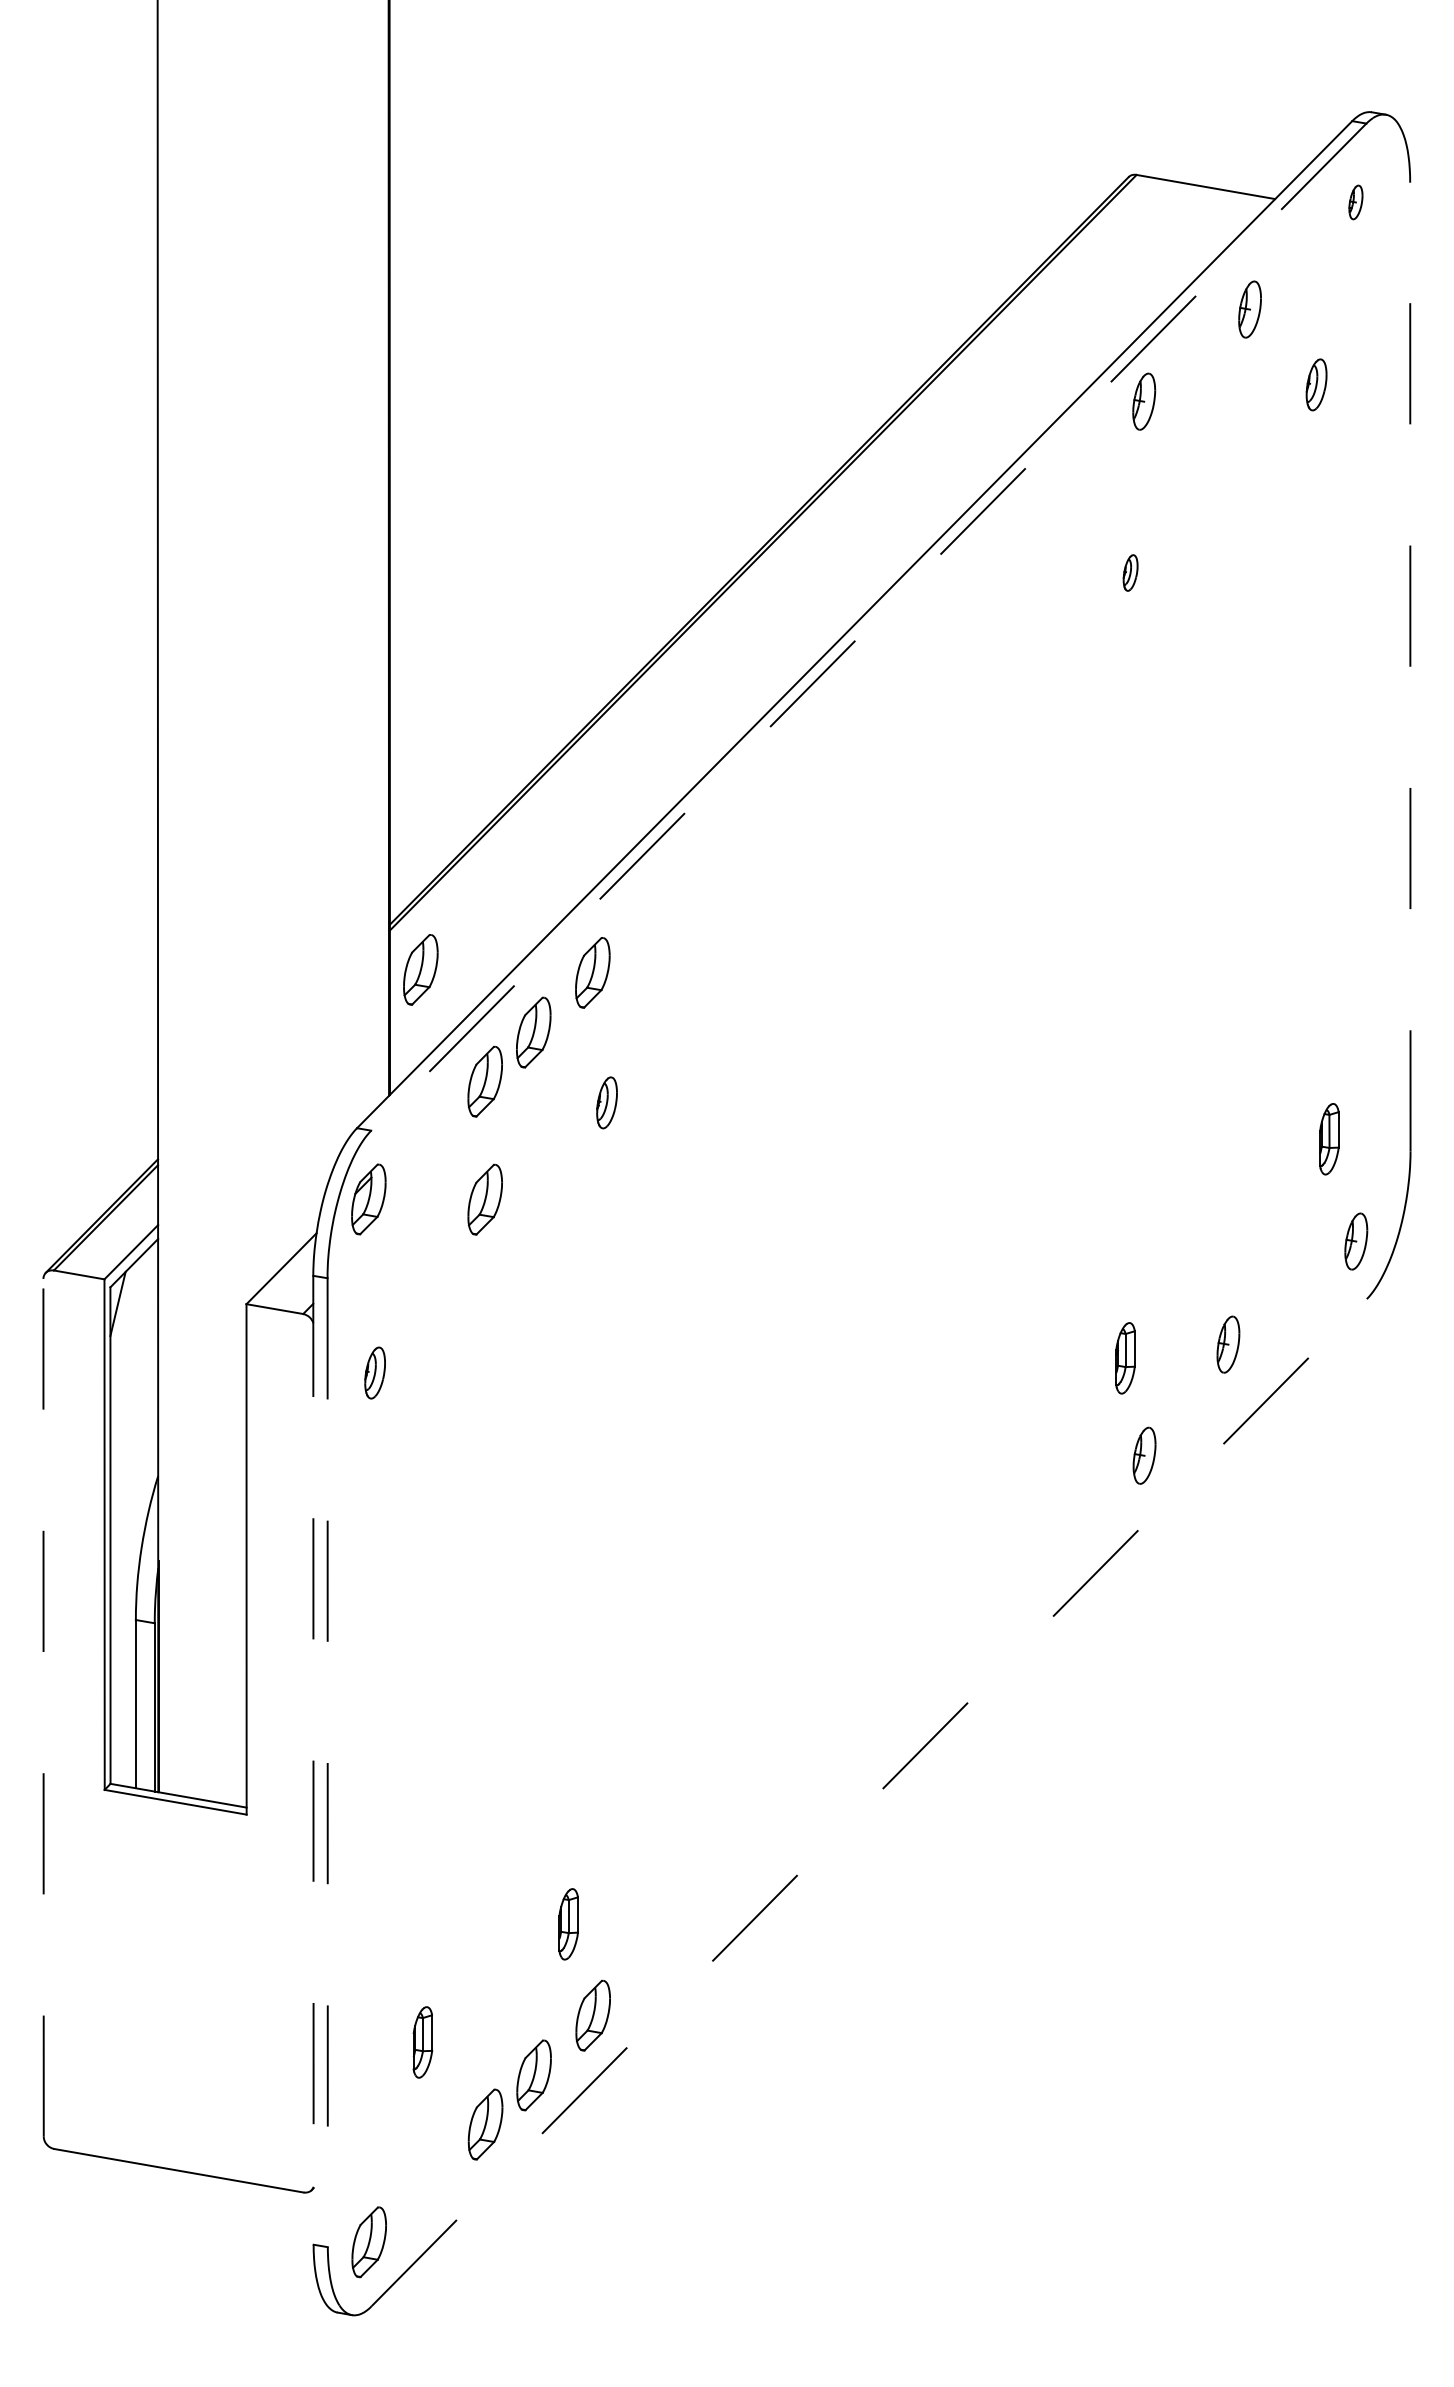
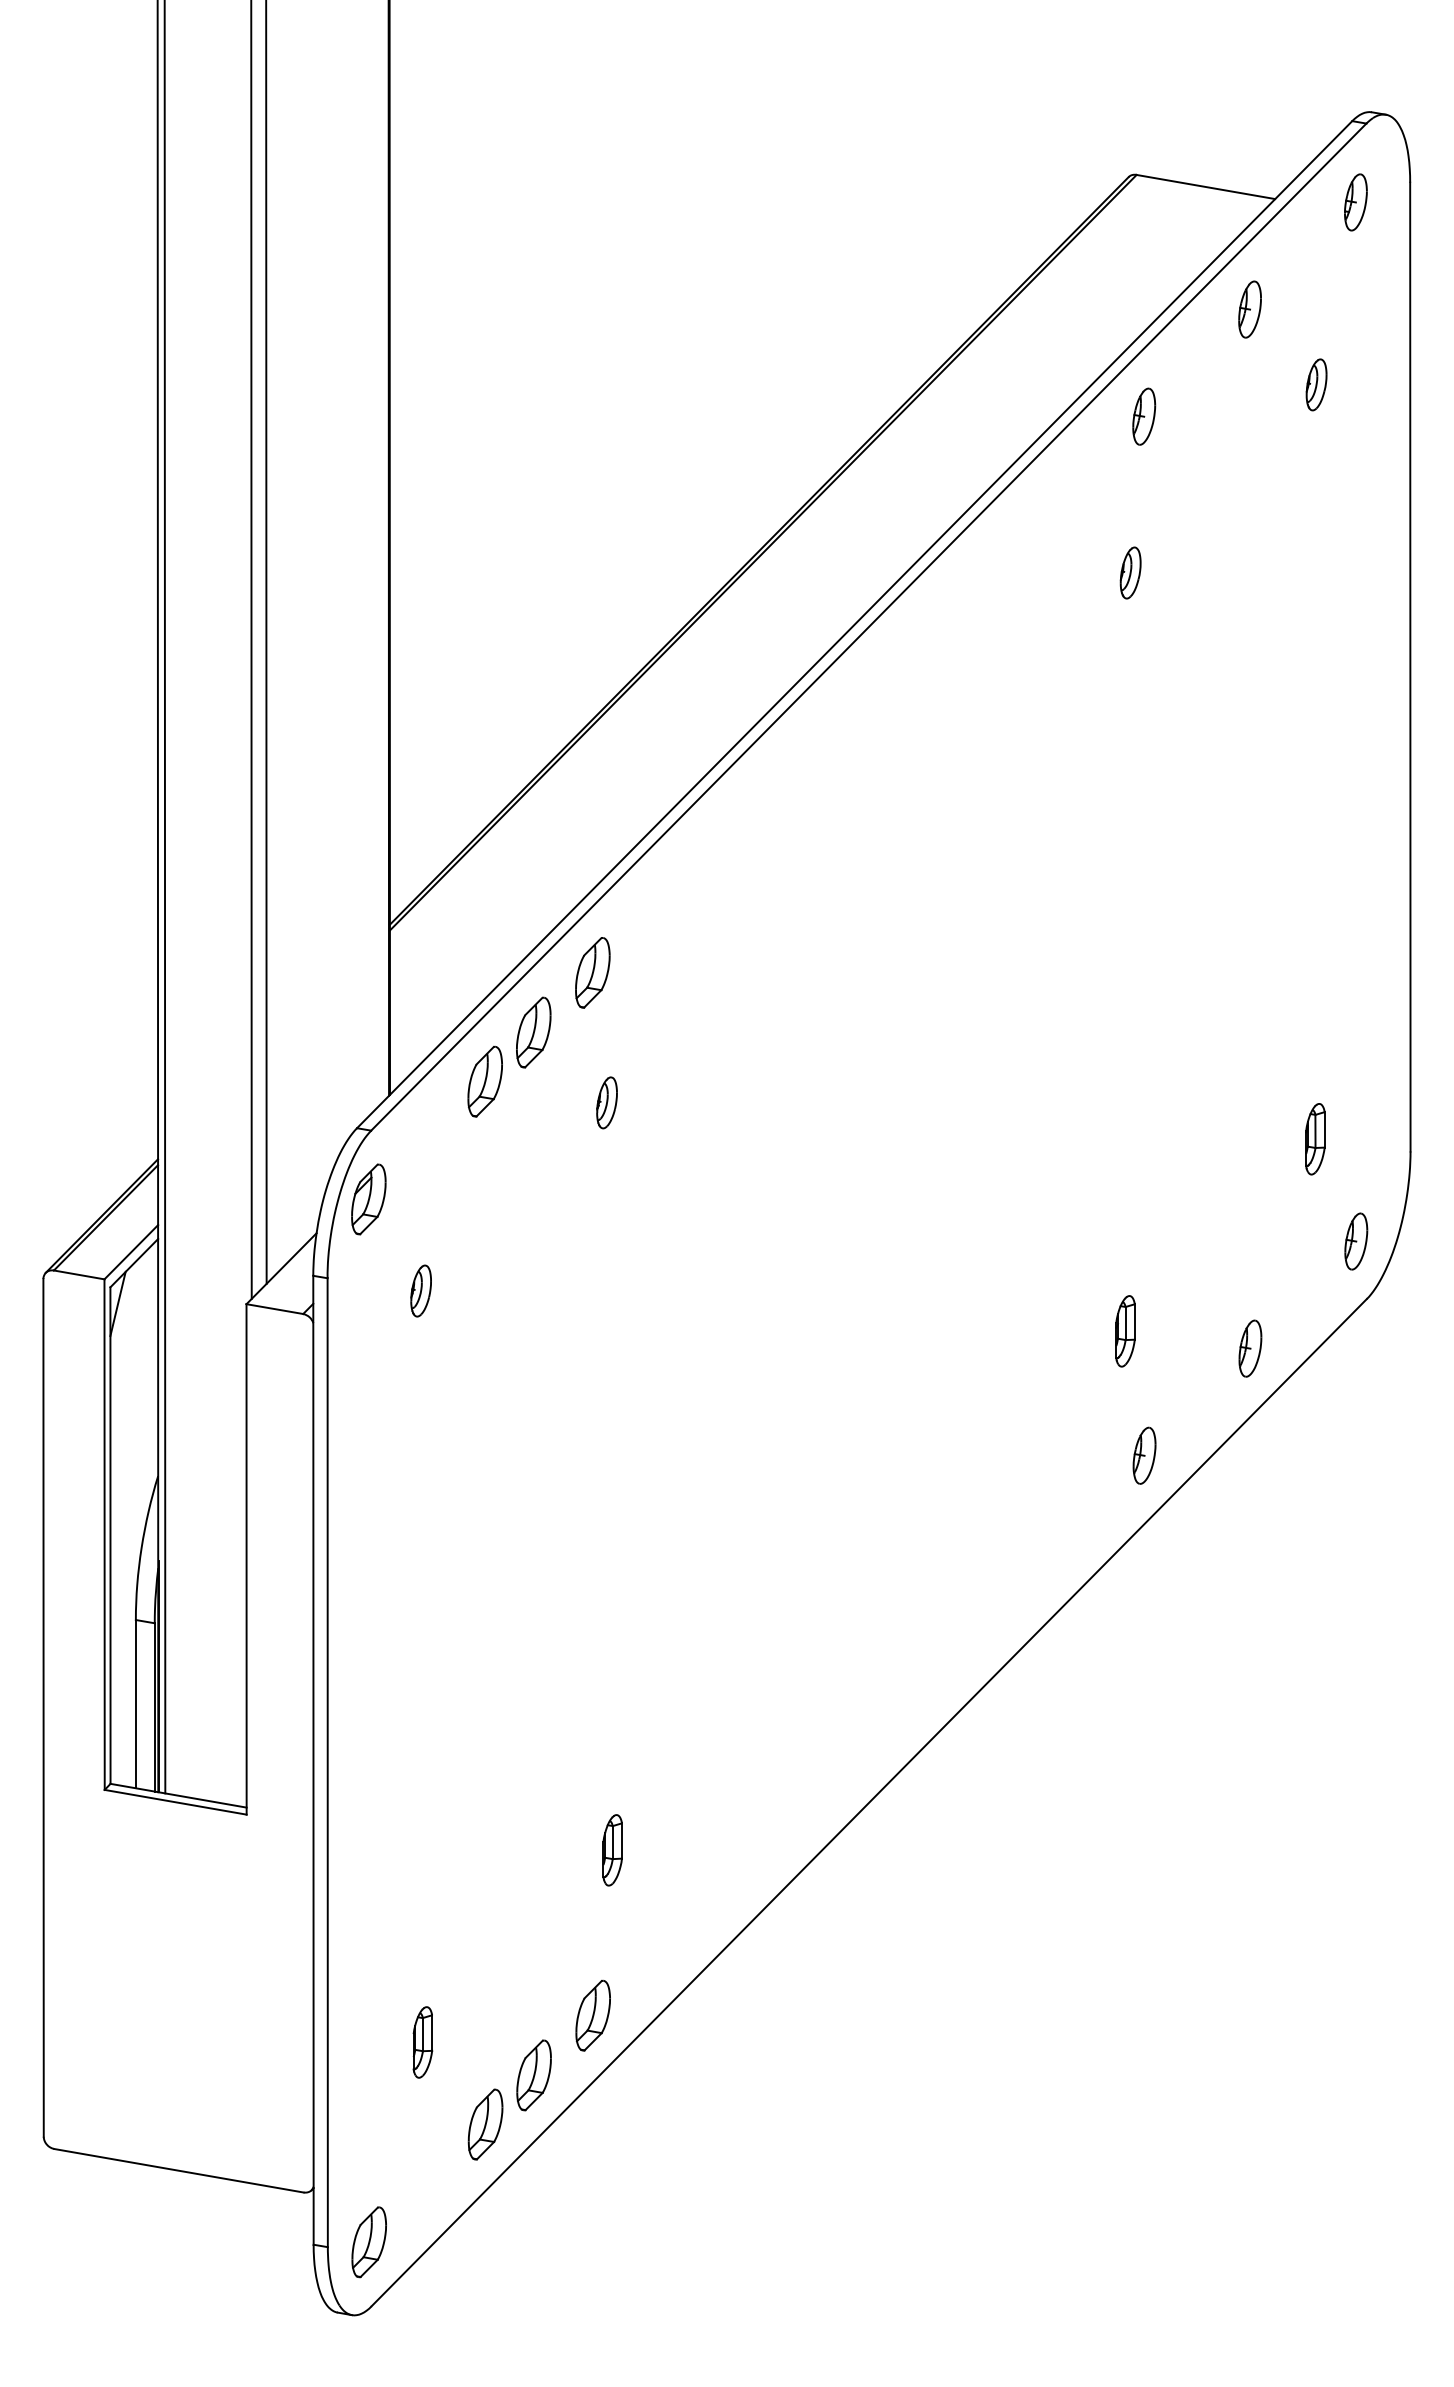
part at (1355, 202) size: 16x37 px -> 24x59 px
part at (1144, 401) position: (1144, 401) -> (1144, 416)
part at (1130, 572) size: 17x38 px -> 23x54 px
line at (868, 627): dashed -> solid
line at (266, 642): none -> present
line at (251, 650): none -> present
line at (1410, 666): dashed -> solid
line at (164, 897): none -> present
part at (420, 969): present -> none
part at (1329, 1139) position: (1329, 1139) -> (1315, 1139)
part at (484, 1199): present -> none
part at (1228, 1344) position: (1228, 1344) -> (1250, 1348)
part at (1125, 1358) position: (1125, 1358) -> (1125, 1331)
part at (374, 1372) position: (374, 1372) -> (420, 1290)
line at (43, 1707): dashed -> solid
line at (313, 1760): dashed -> solid
line at (327, 1763): dashed -> solid
line at (869, 1802): dashed -> solid
part at (568, 1924) position: (568, 1924) -> (612, 1850)
